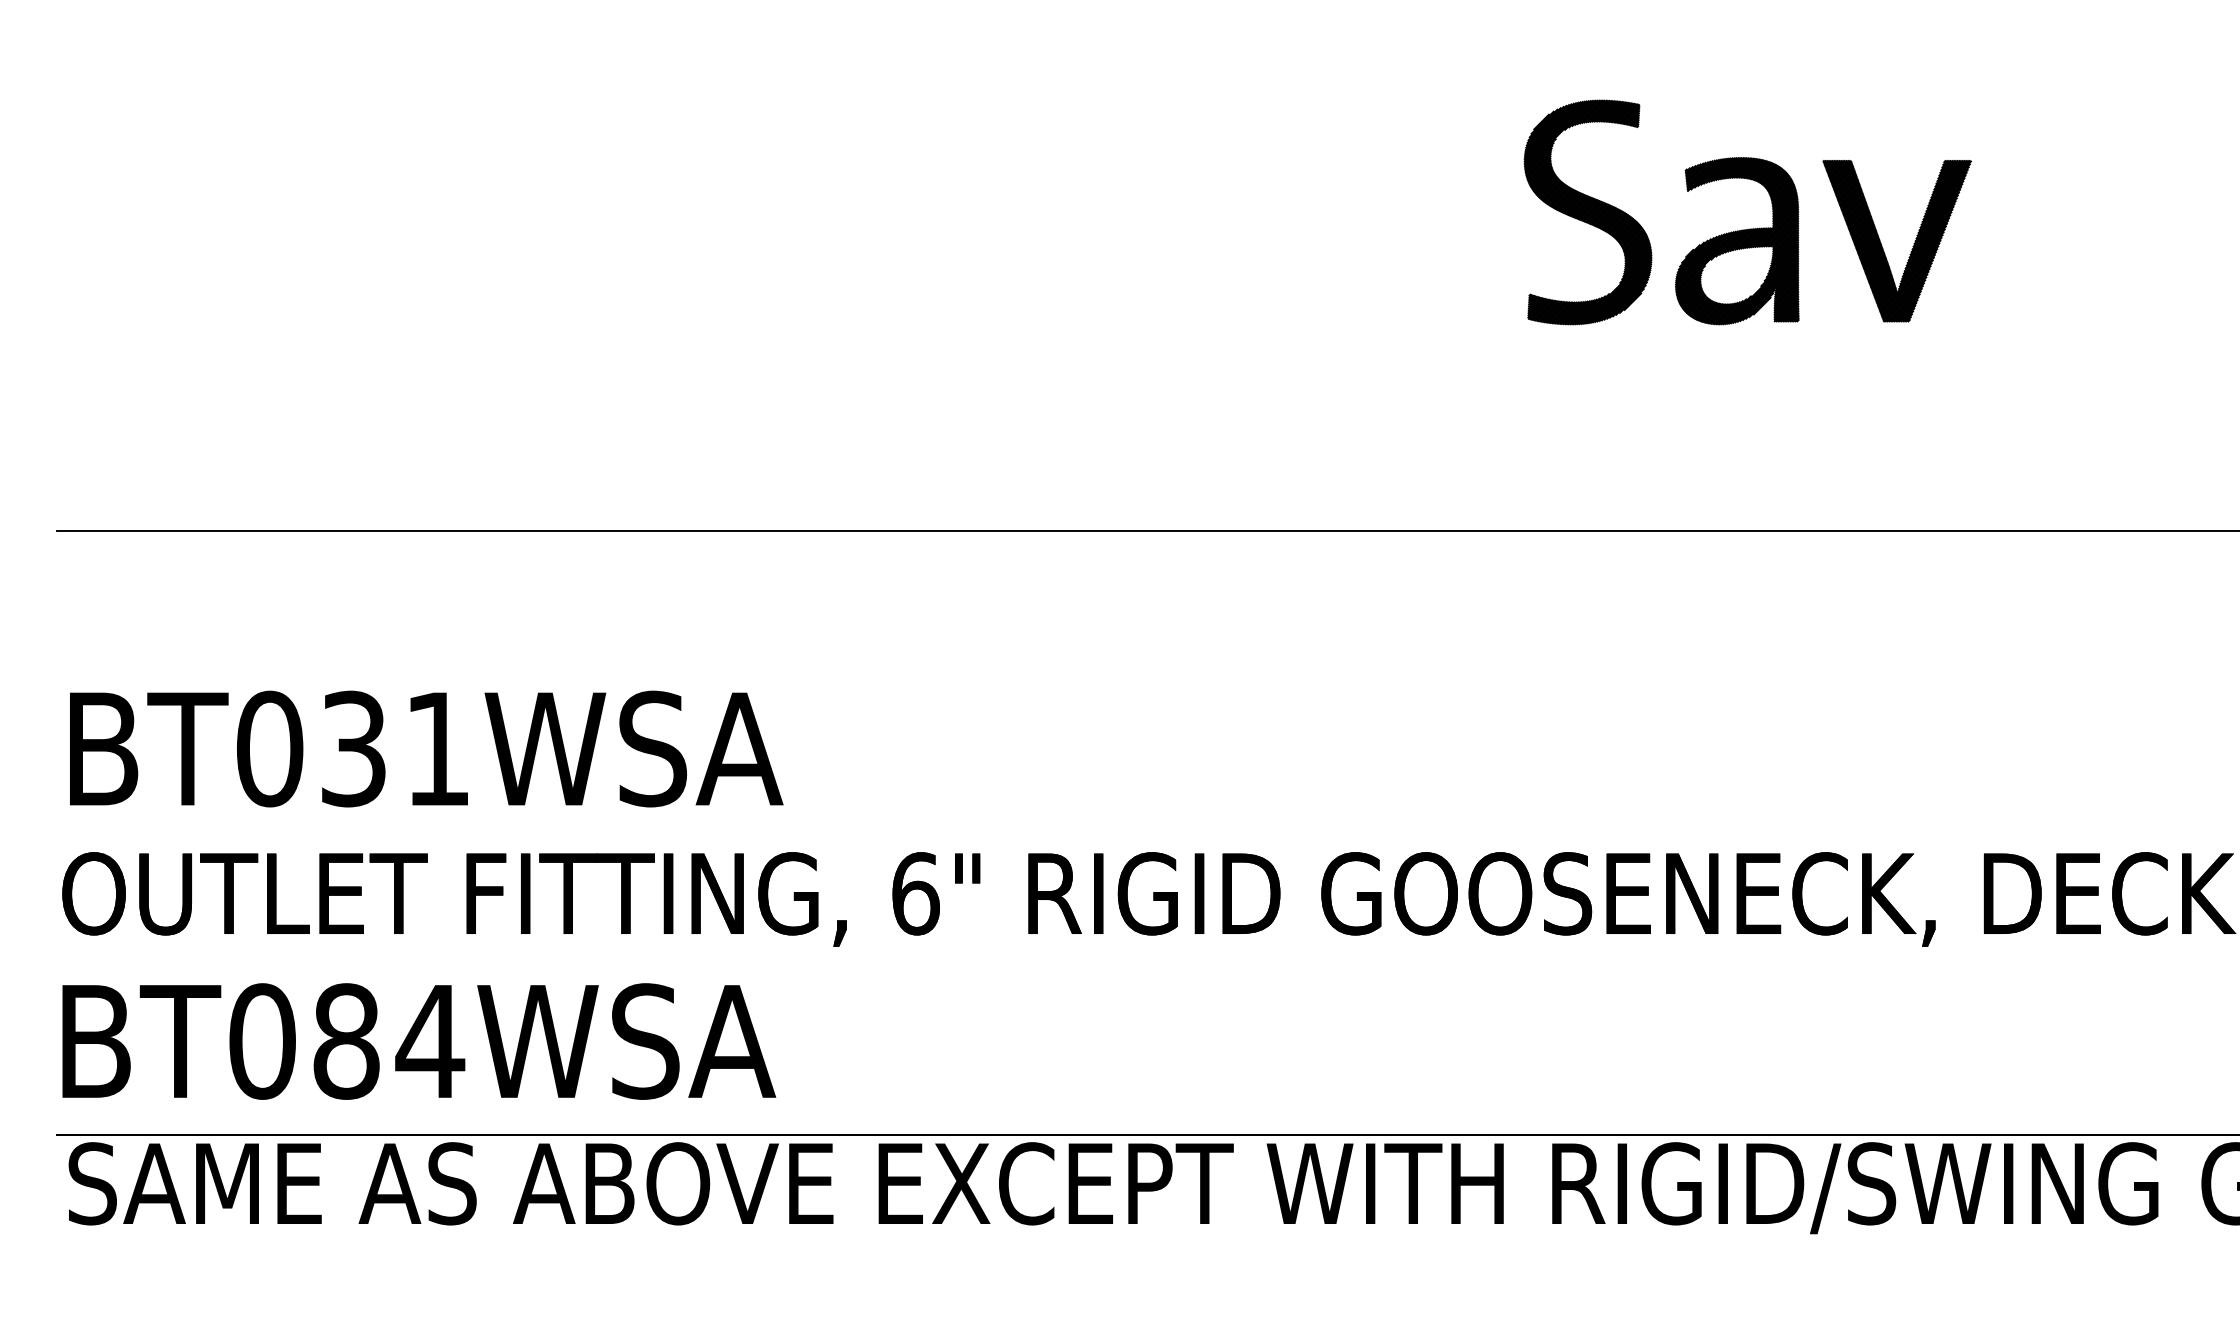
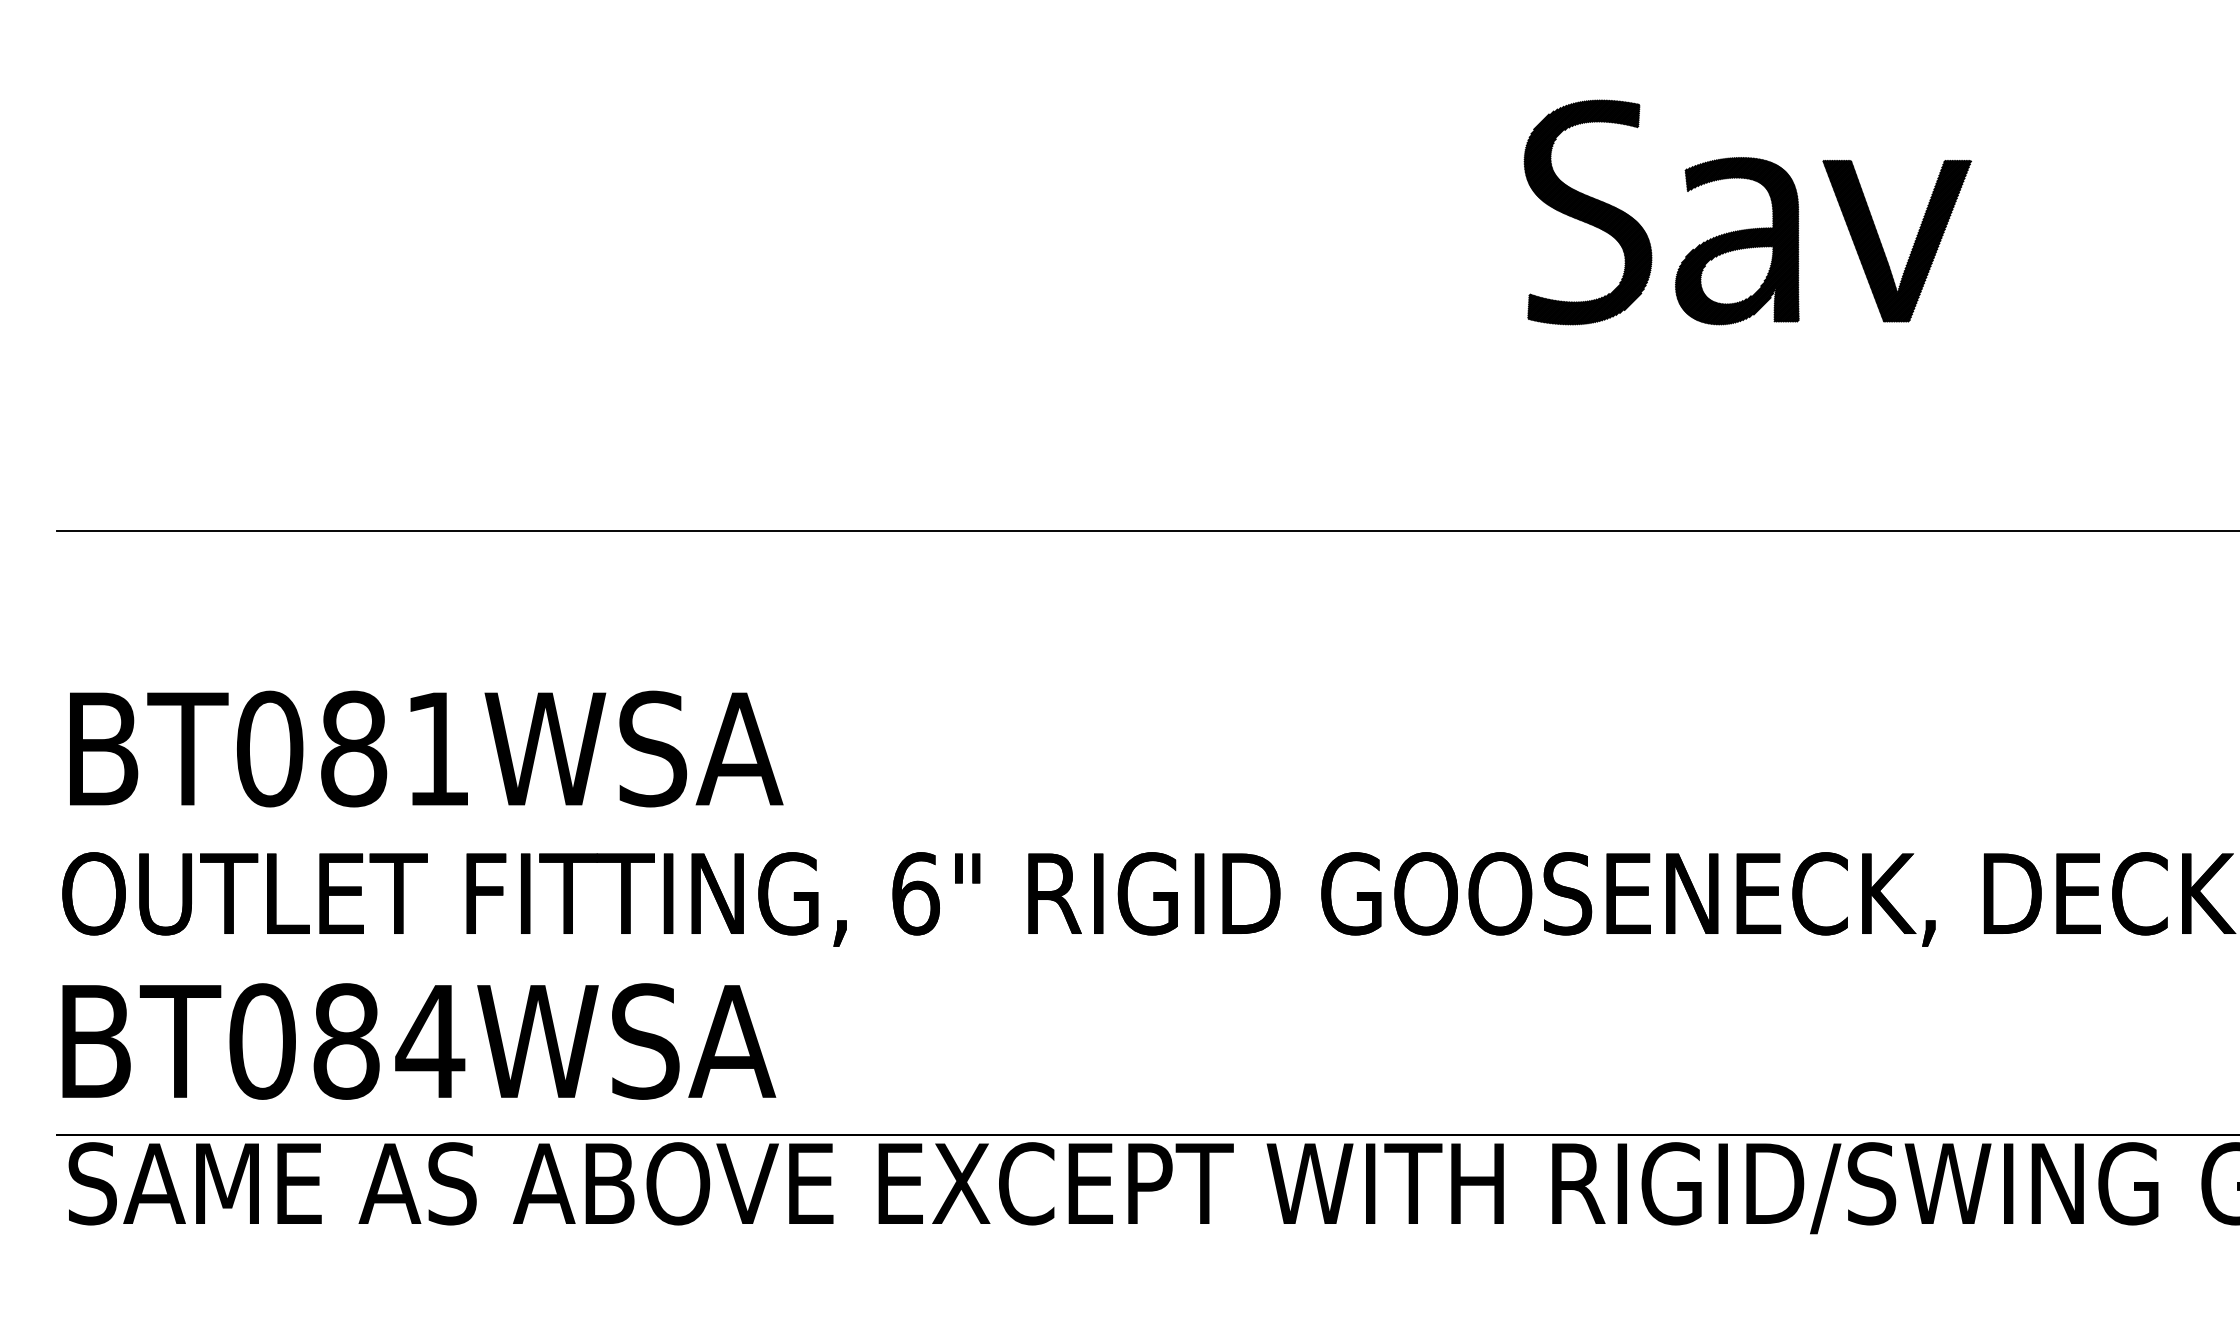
text at (354, 748): BT031WSA -> BT081WSA
